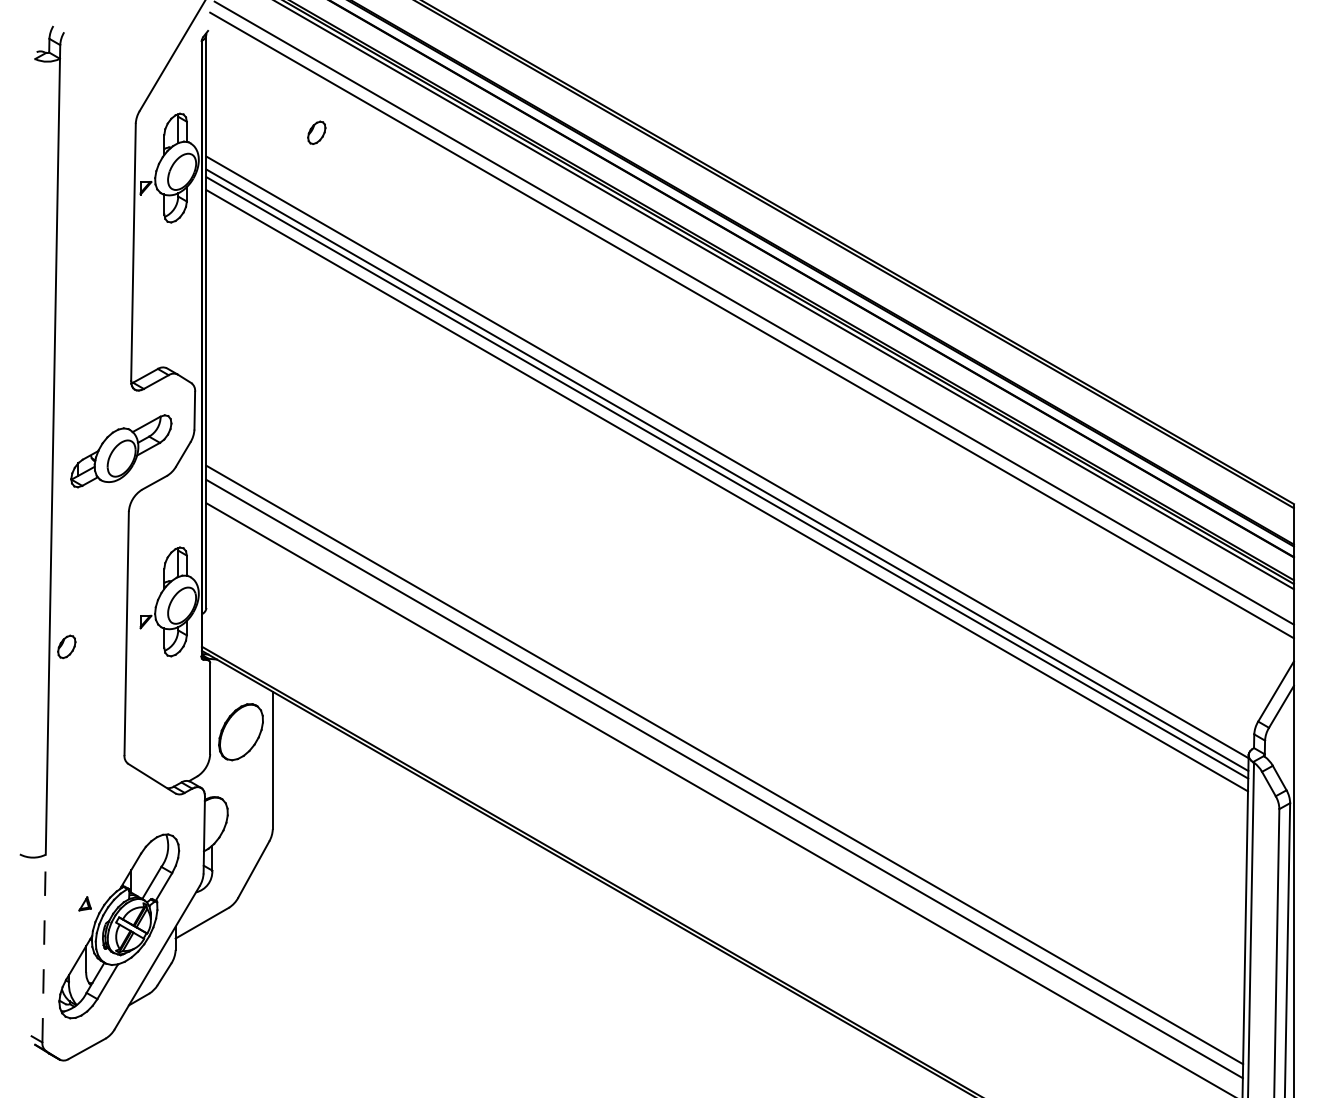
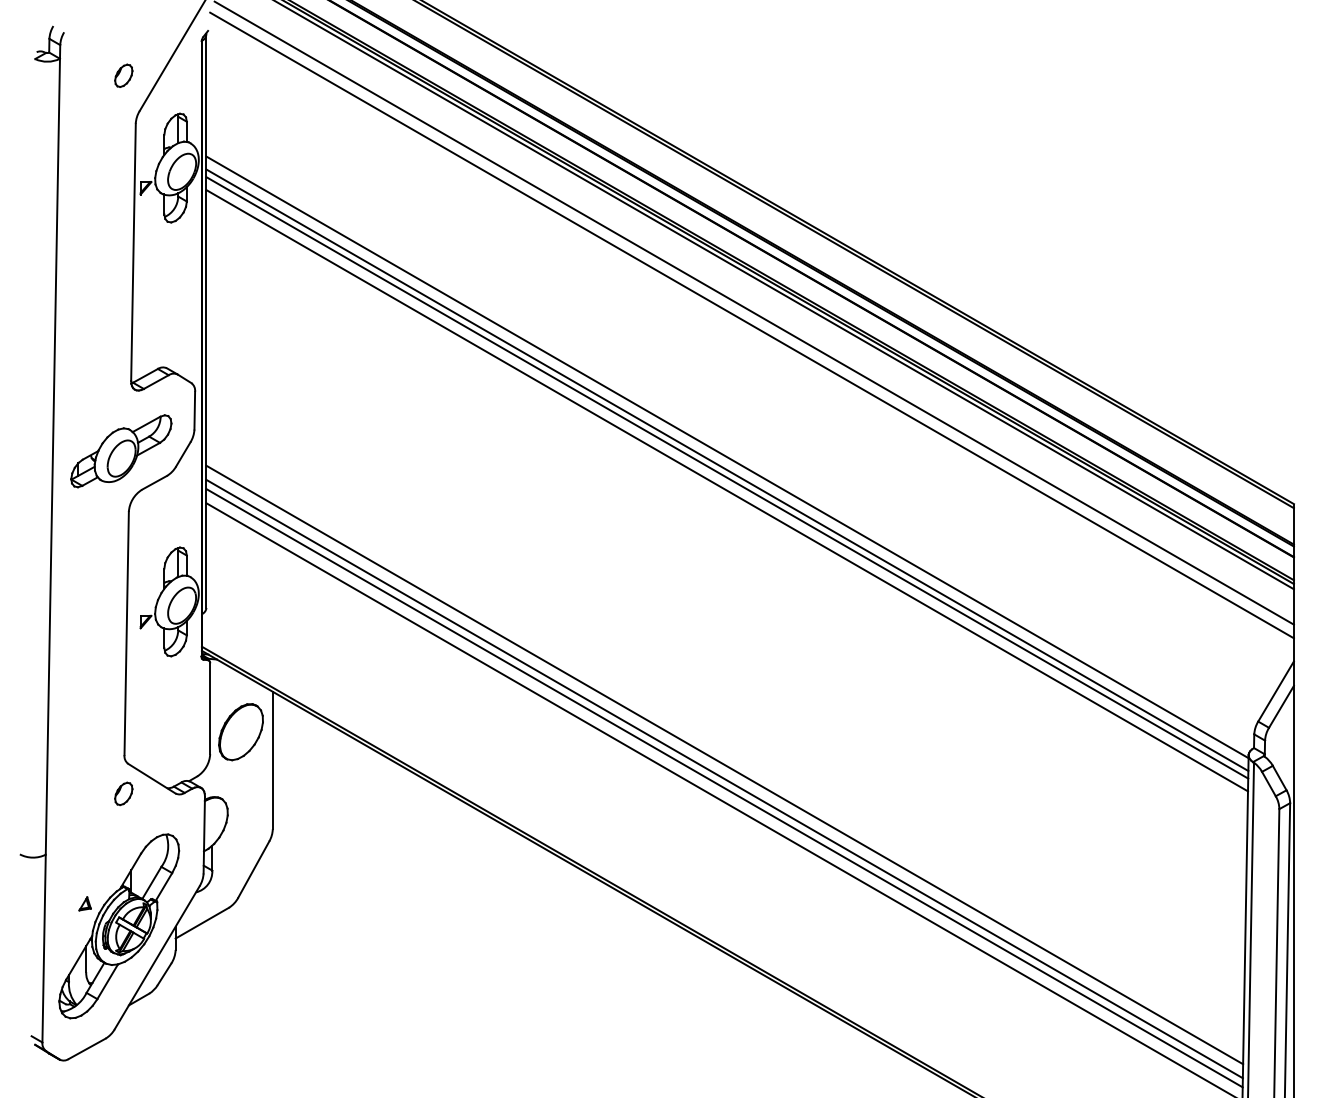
part at (316, 132) position: (316, 132) -> (123, 75)
part at (66, 646) position: (66, 646) -> (123, 793)
line at (724, 788): none -> present
line at (44, 948): dashed -> solid
